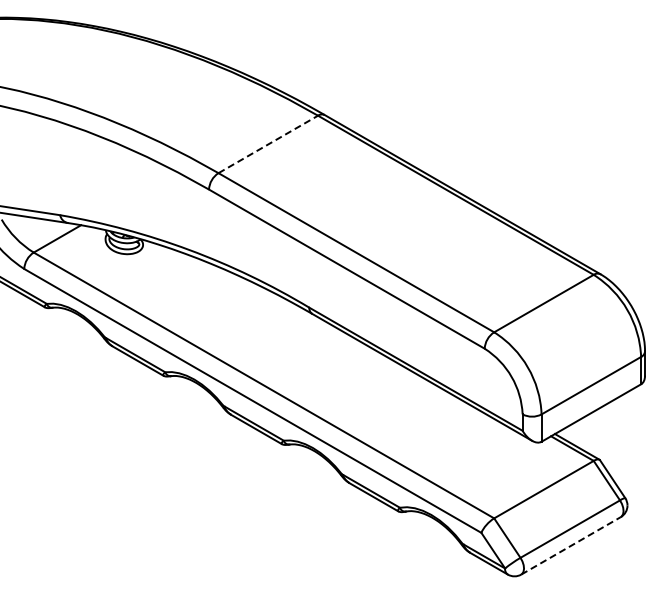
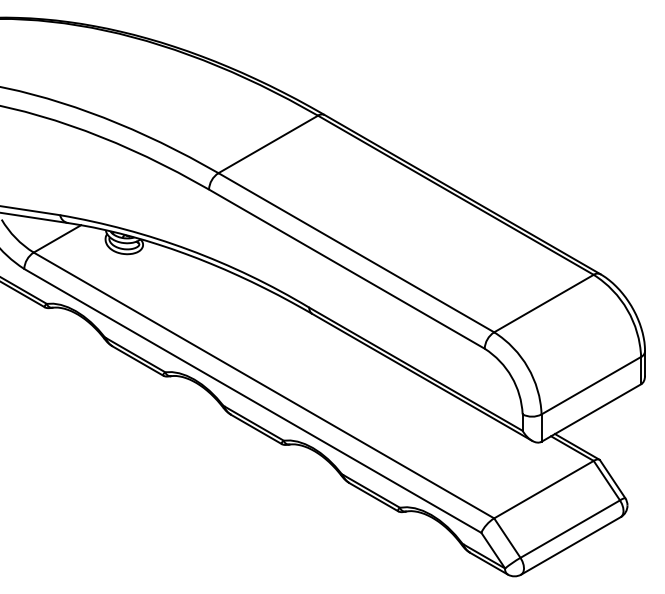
line at (268, 144): dashed -> solid
line at (571, 545): dashed -> solid
